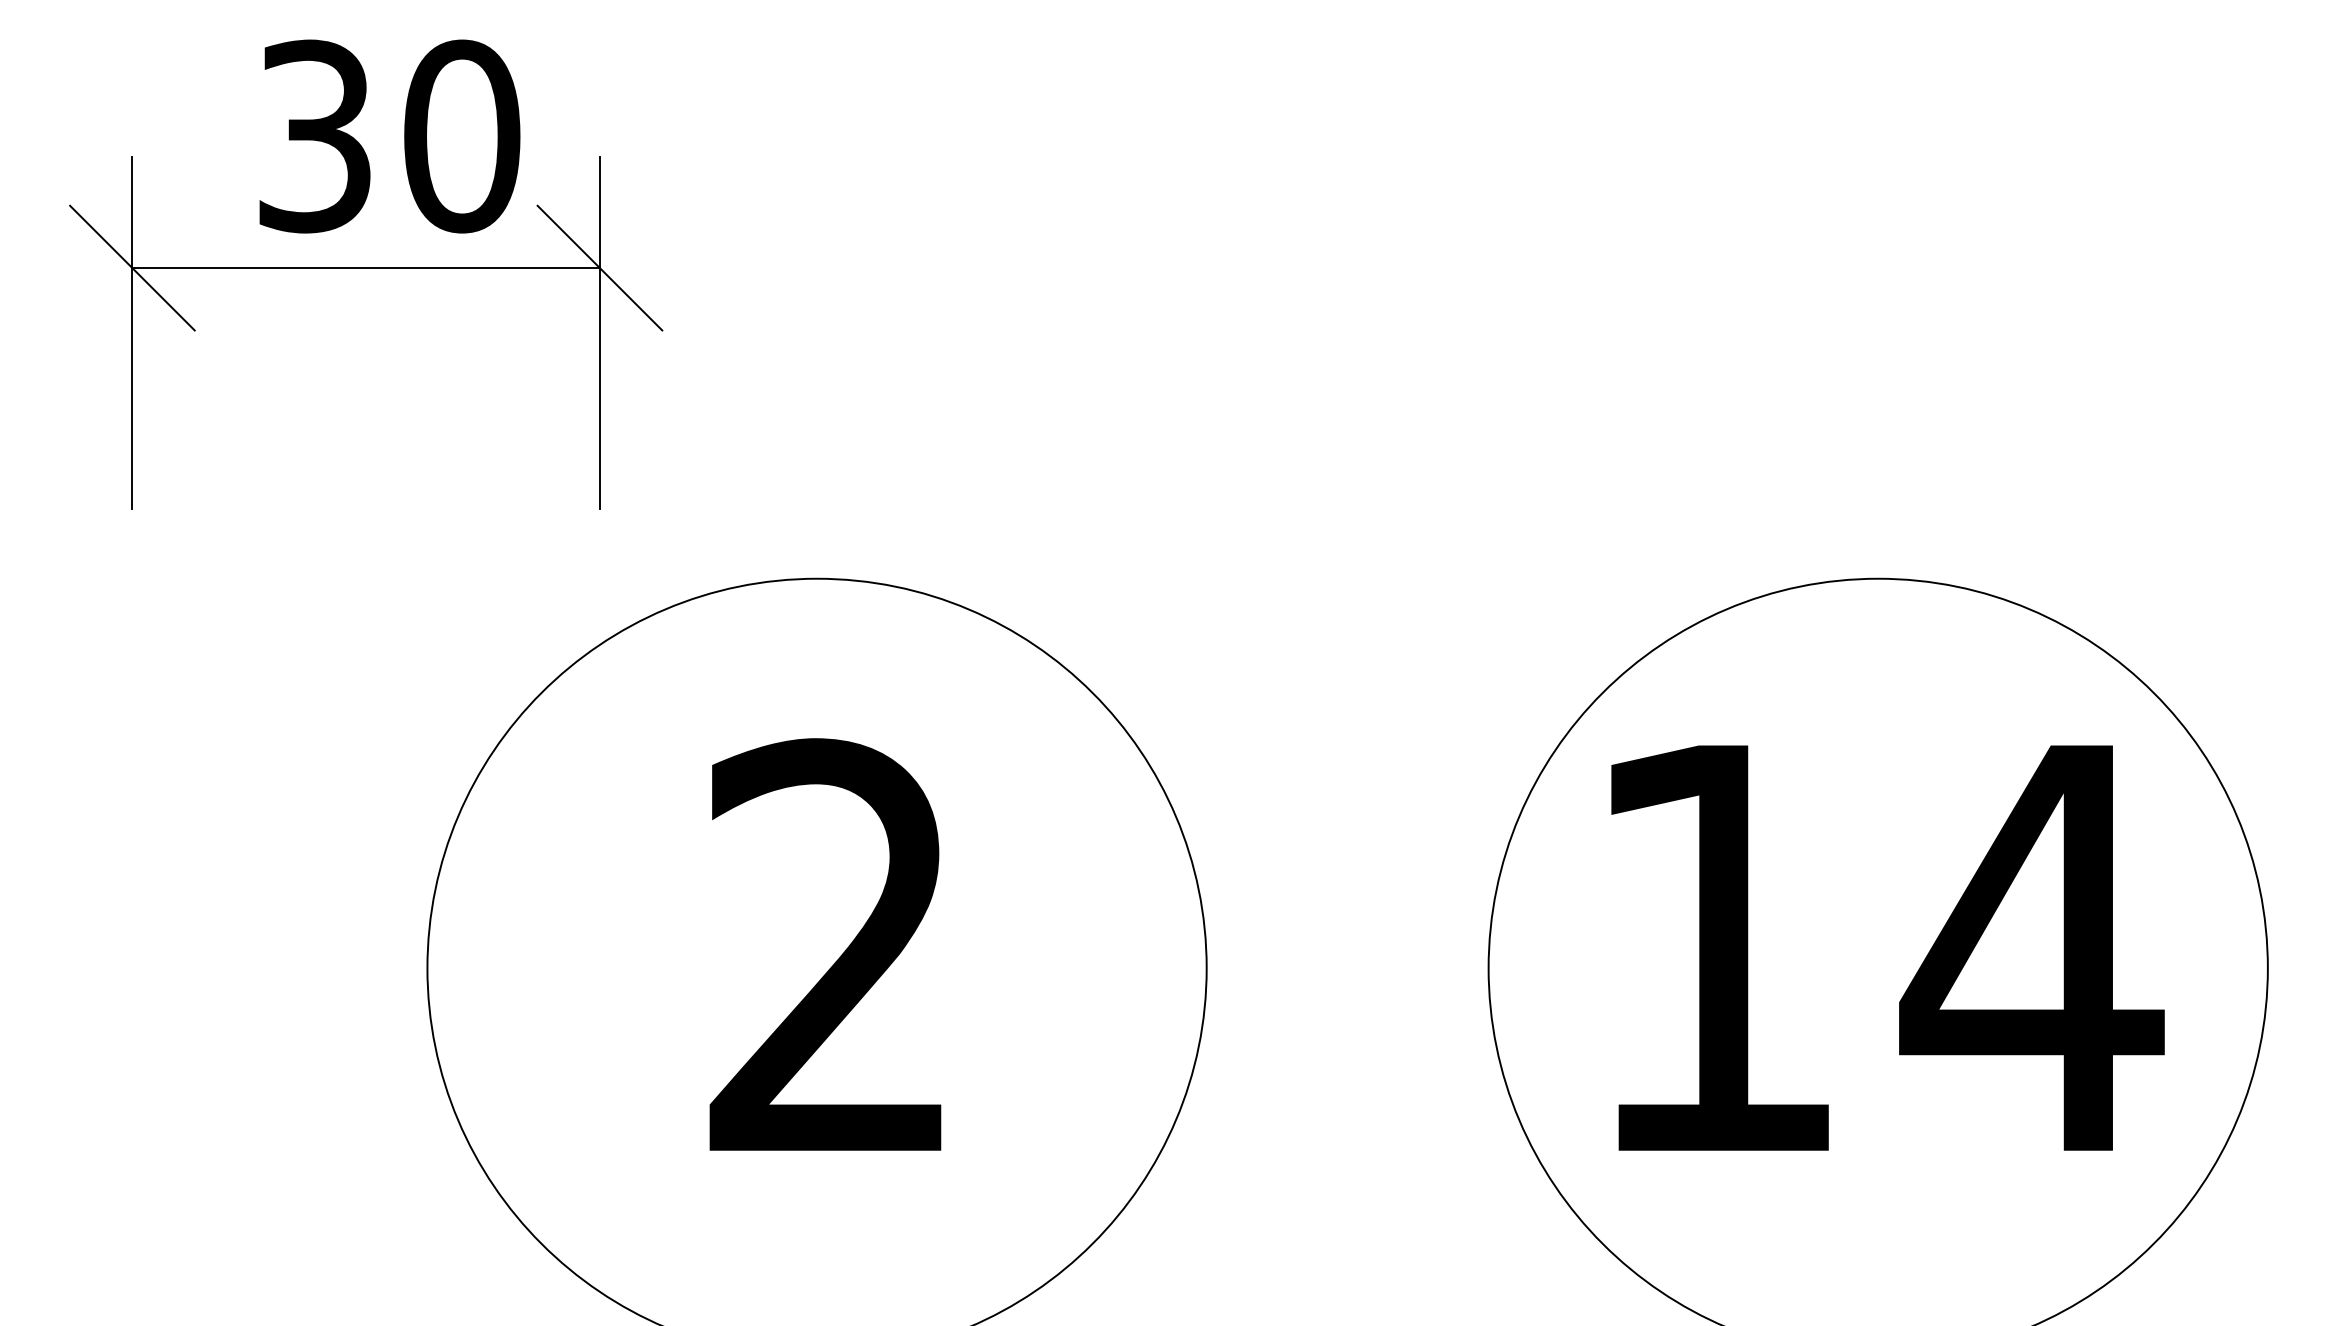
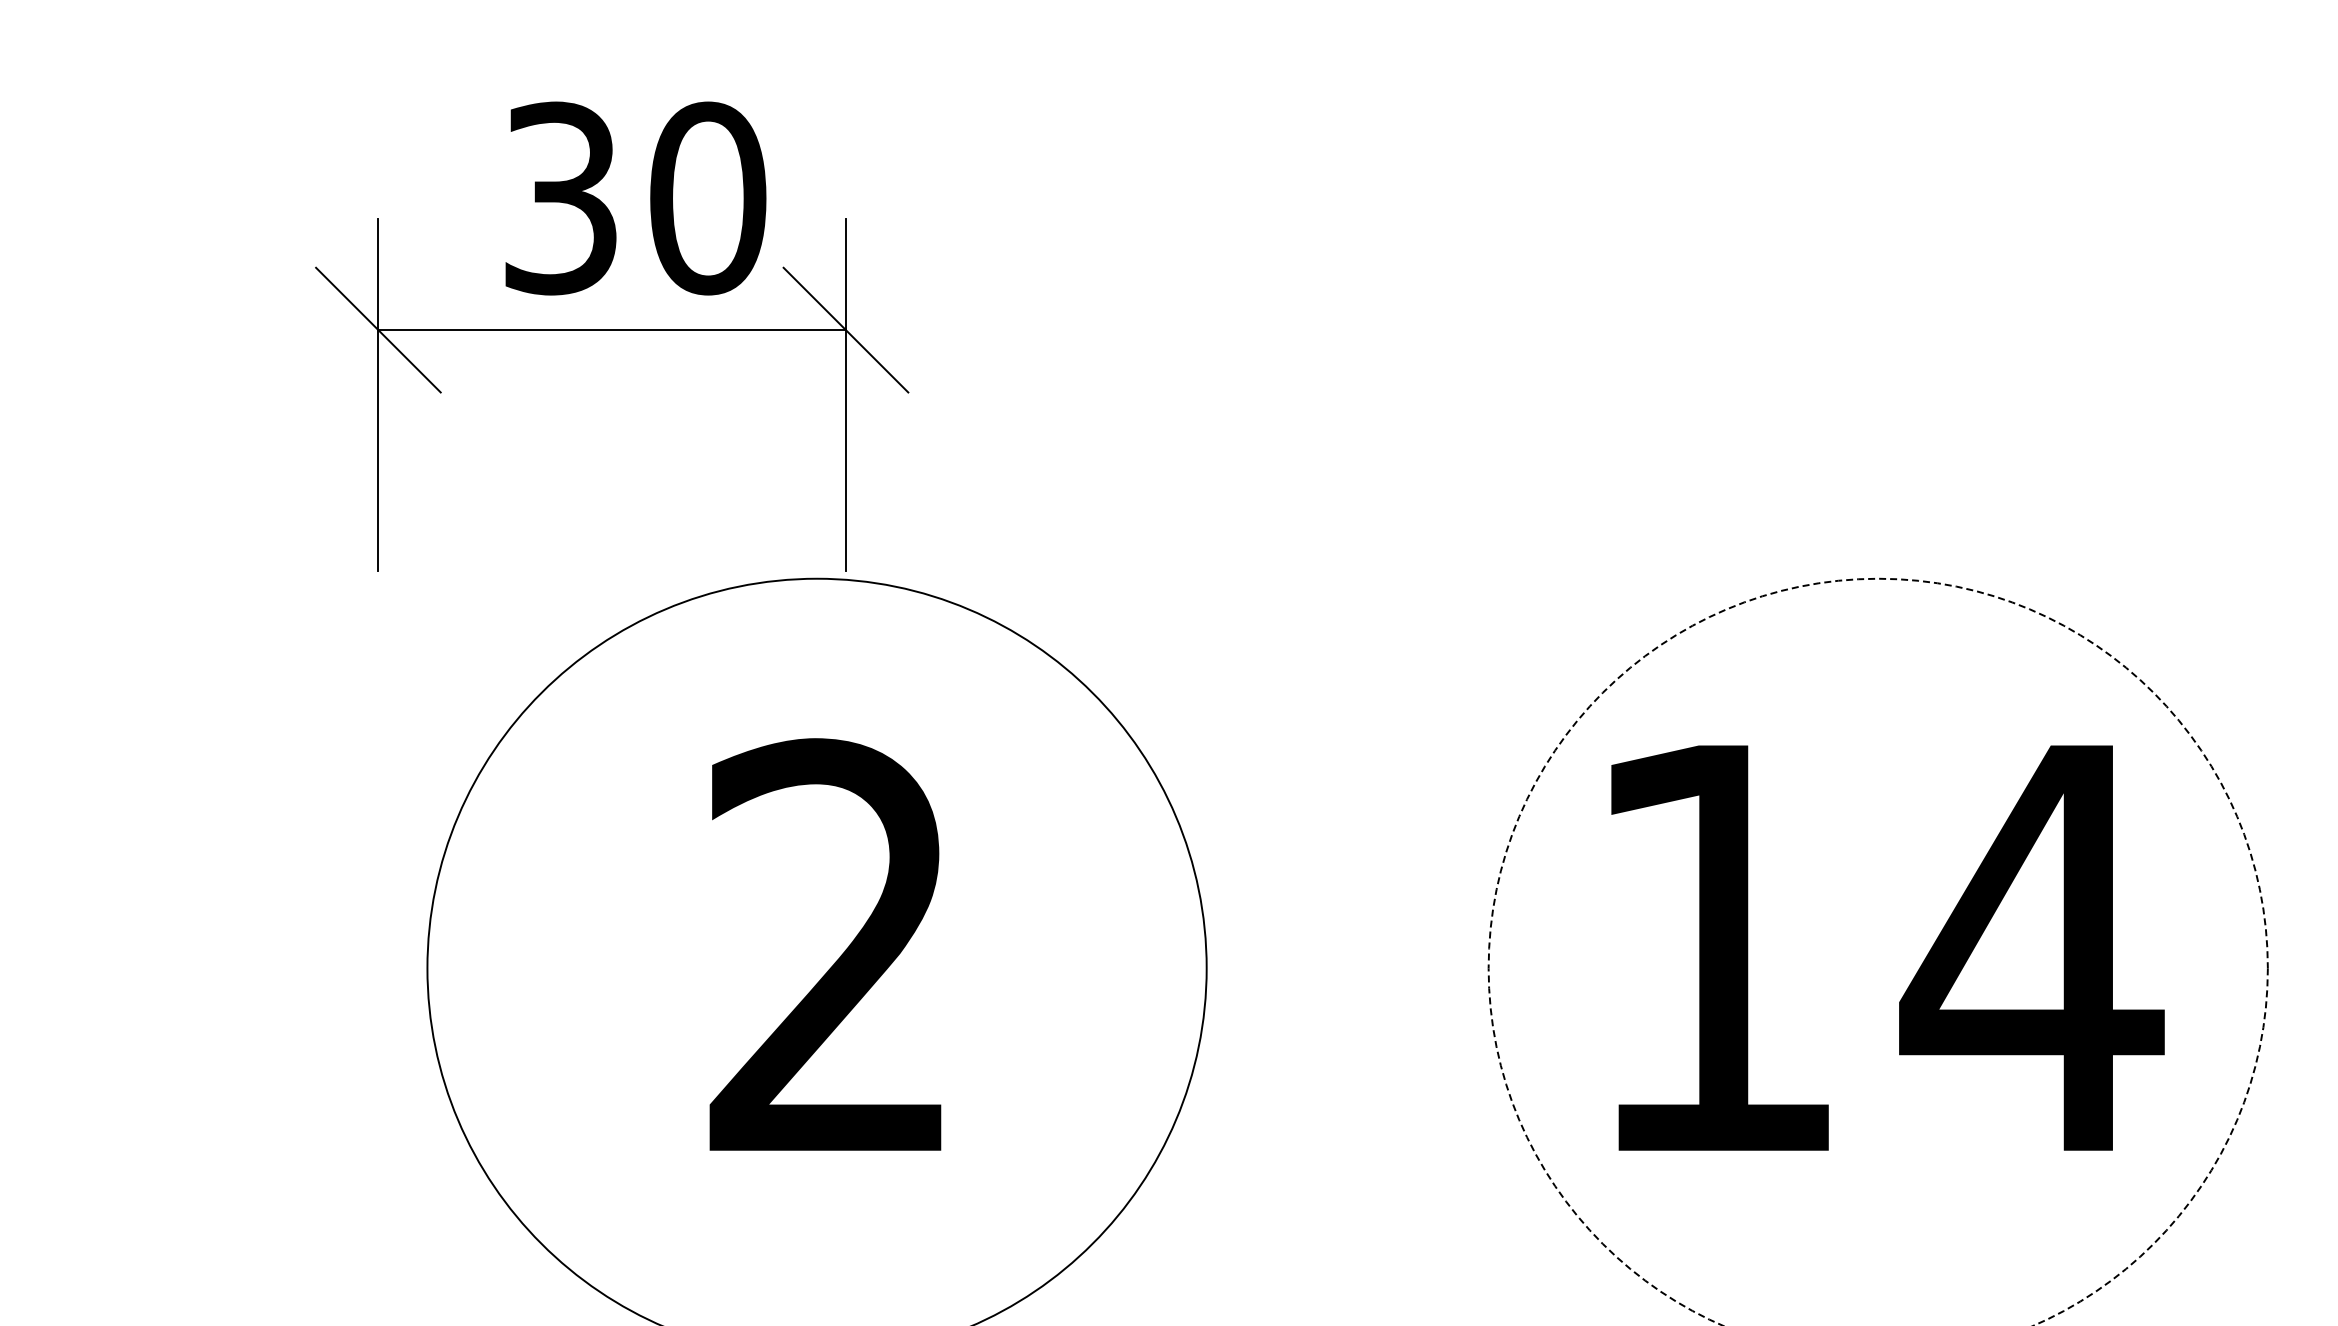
part at (366, 274) position: (366, 274) -> (612, 336)
circle at (1877, 951): solid -> dashed
